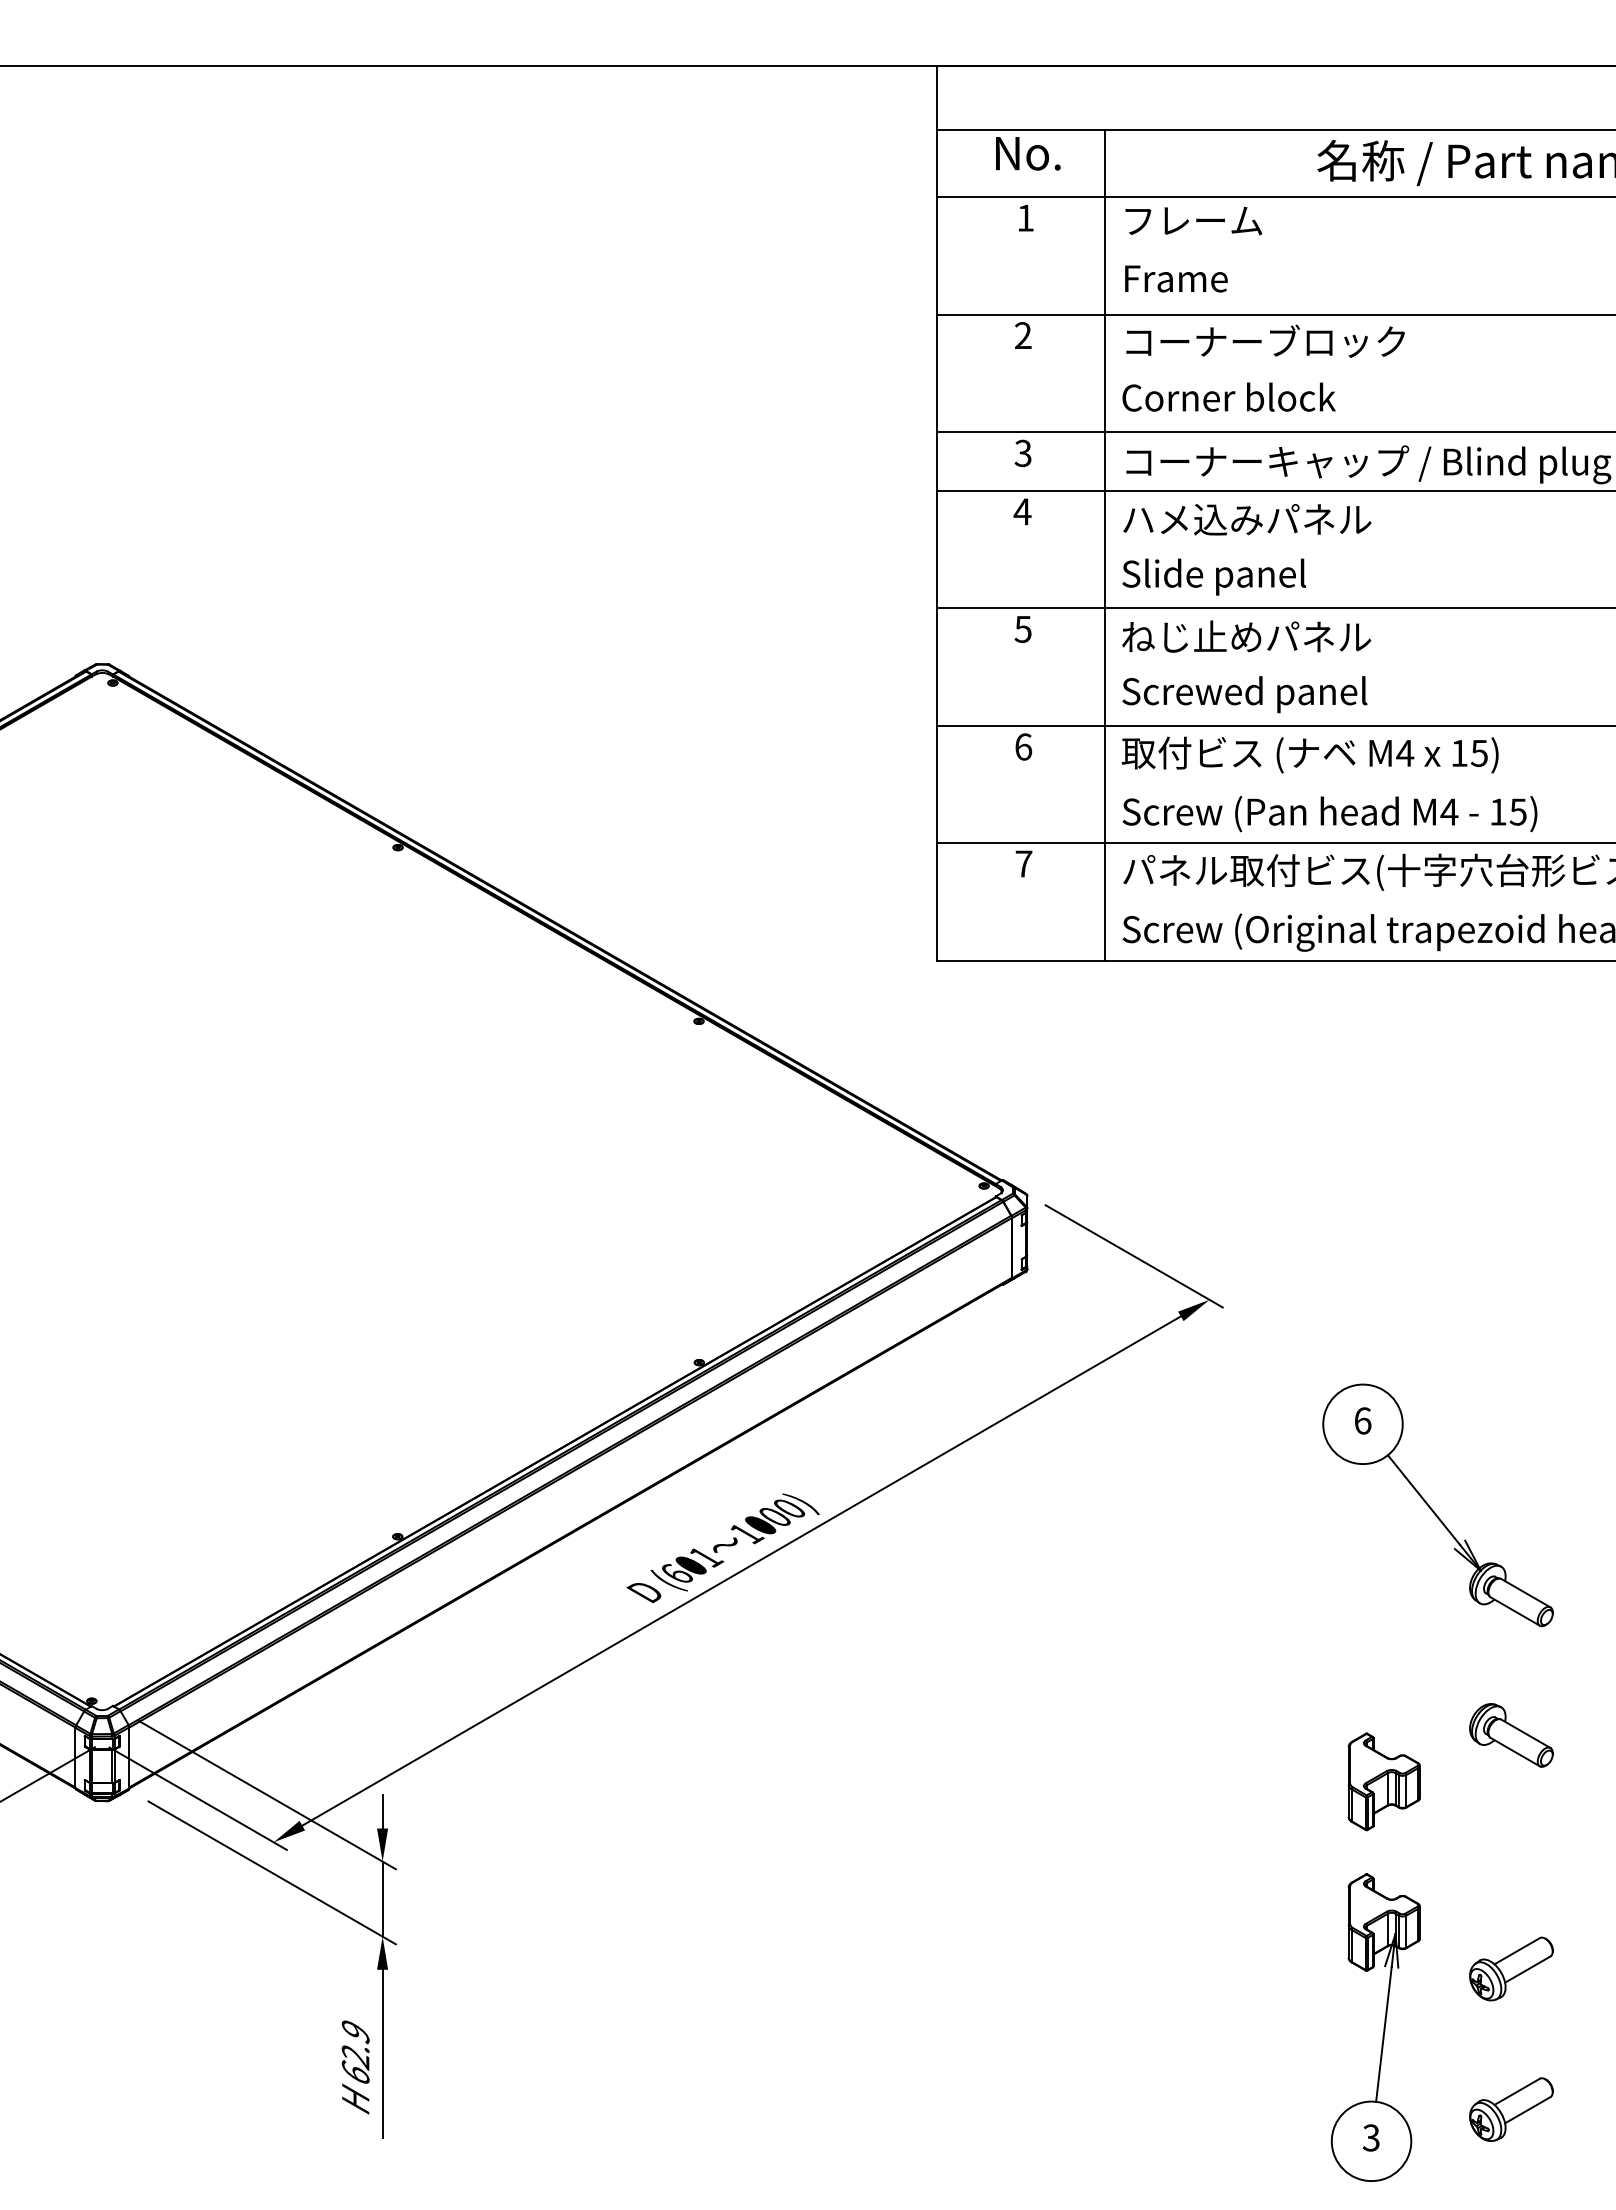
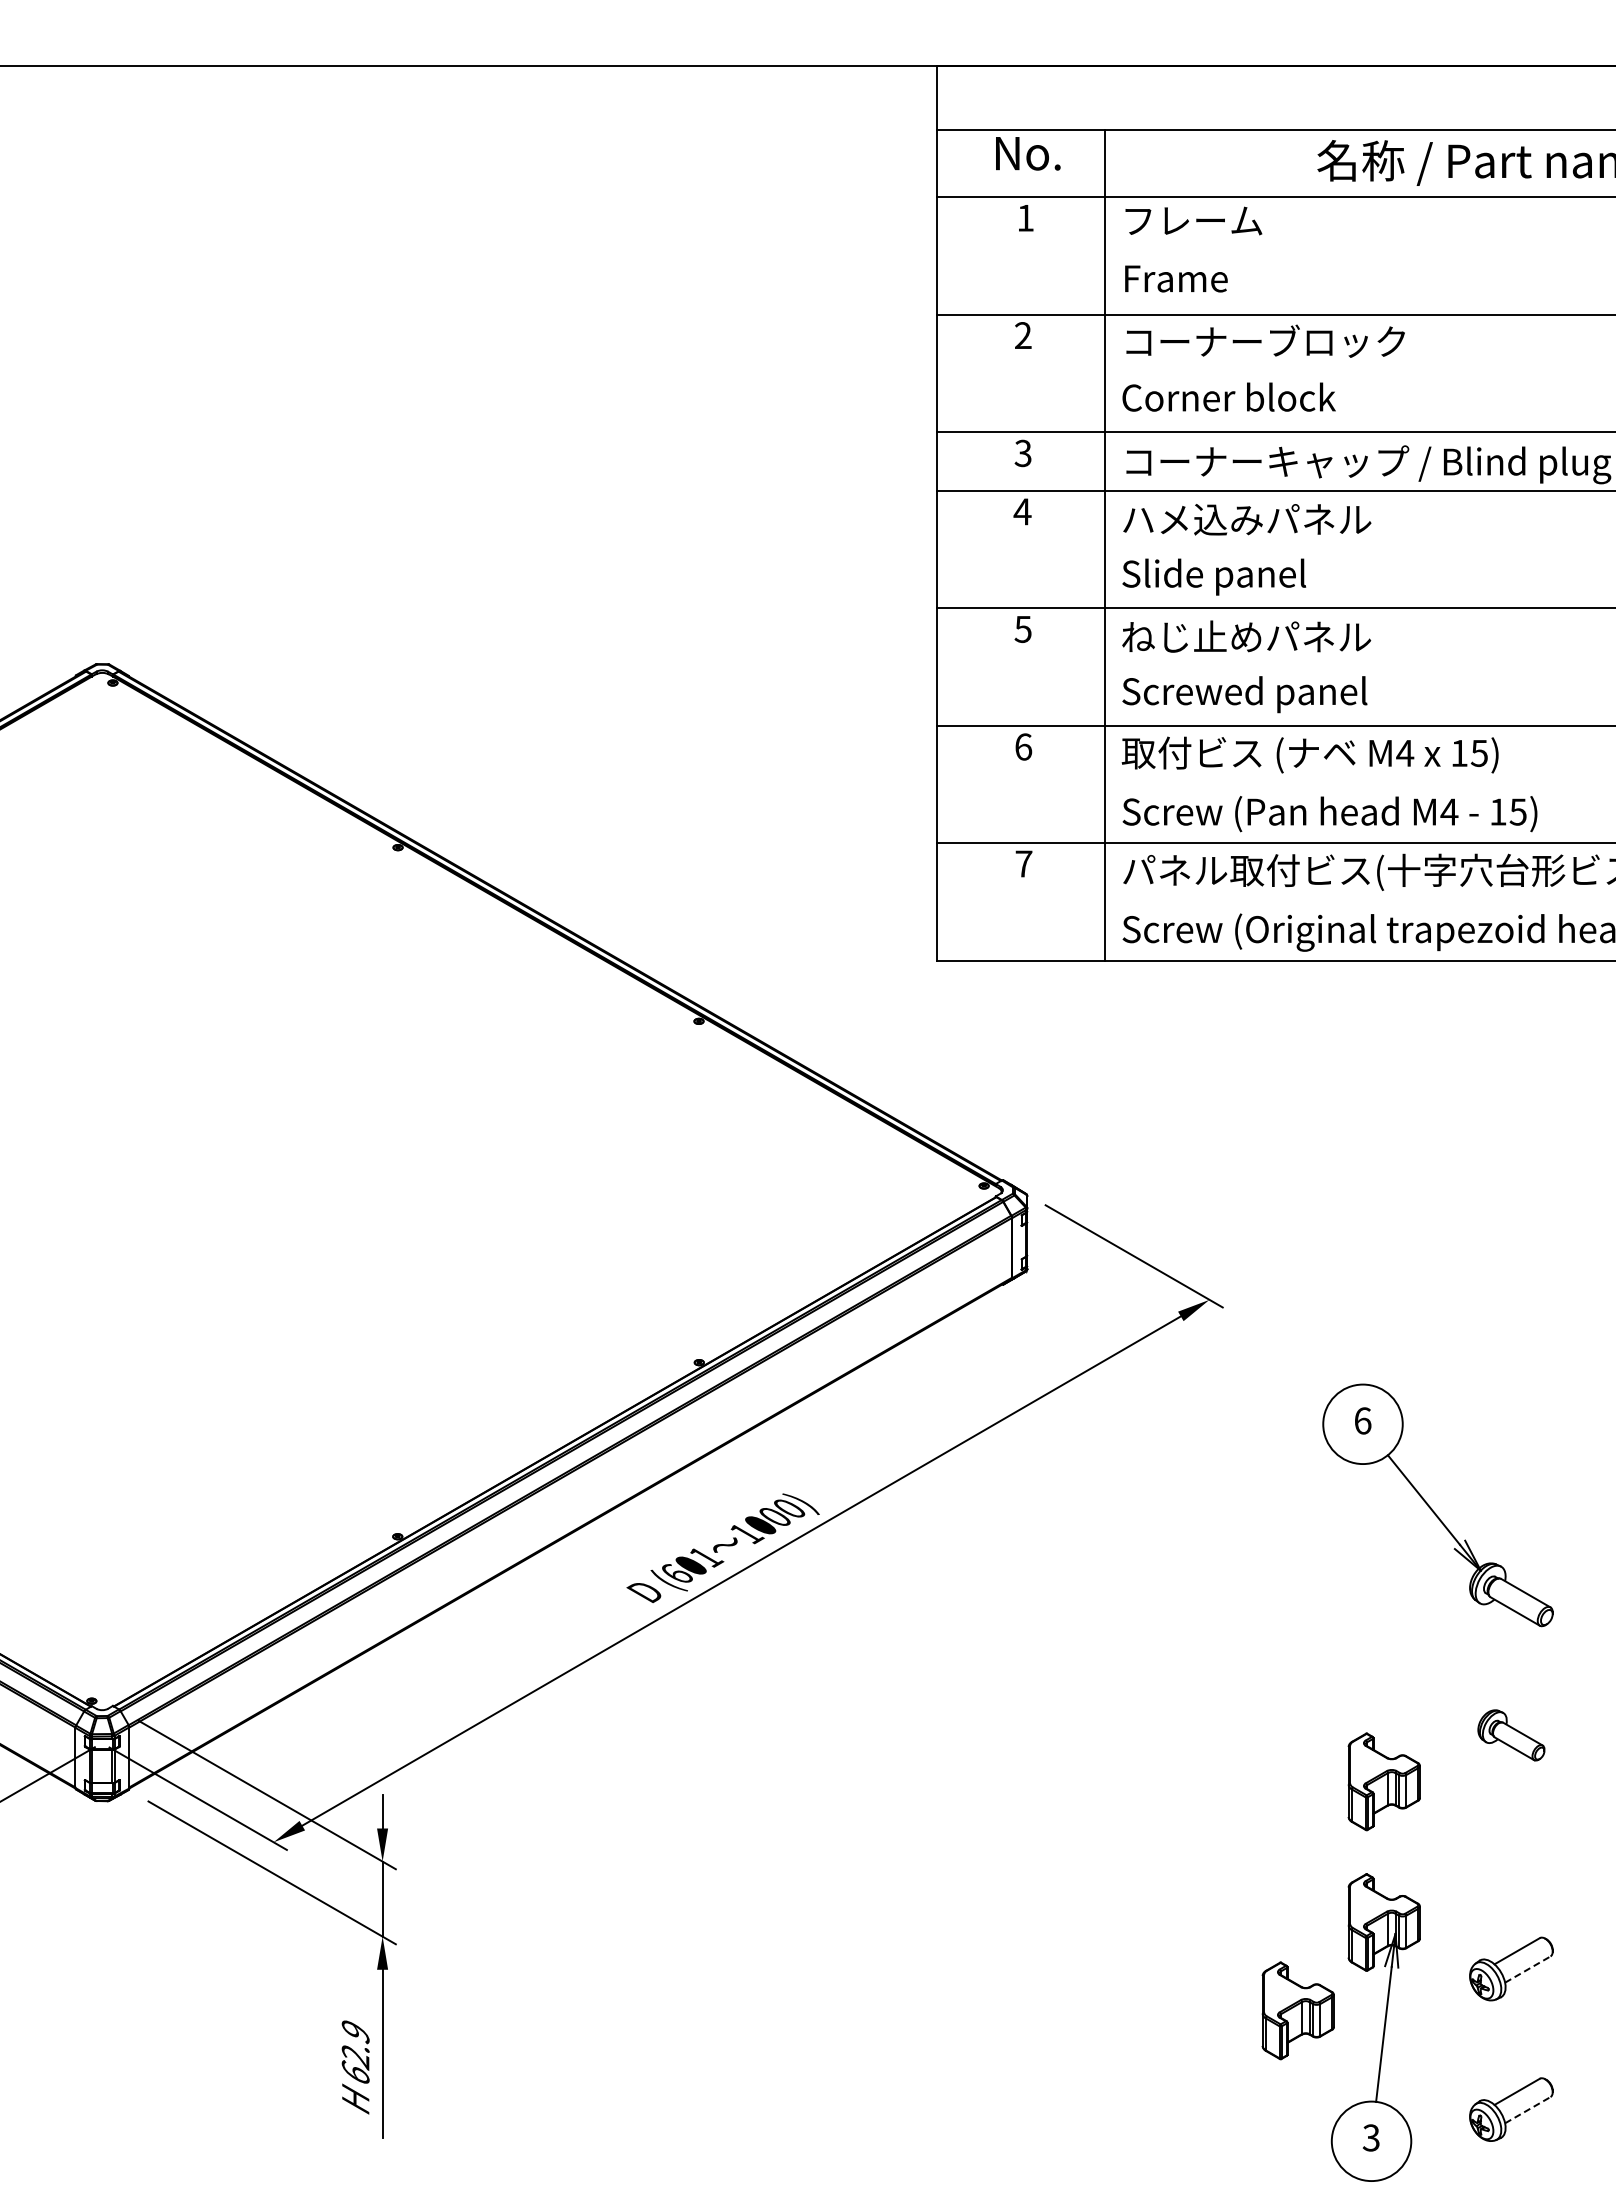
part at (1511, 1735) size: 85x65 px -> 69x53 px
line at (1528, 1969): solid -> dashed
part at (1297, 2010): none -> present
line at (1528, 2109): solid -> dashed
